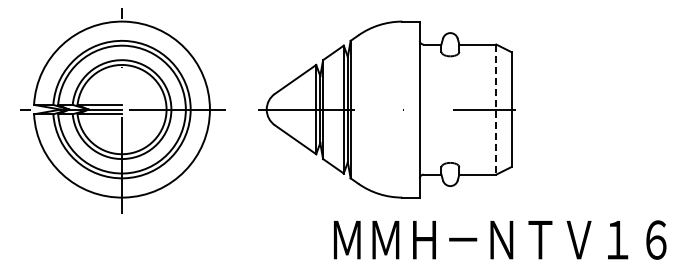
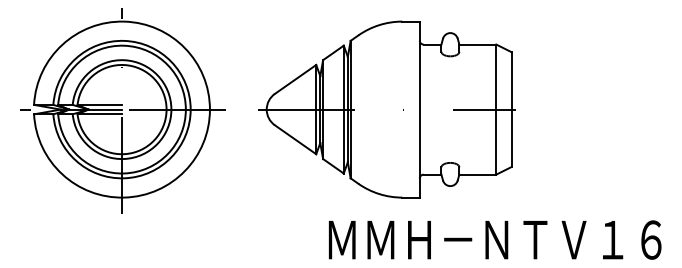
line at (496, 110): dashed -> solid
text at (500, 239) position: (500, 239) -> (495, 239)
